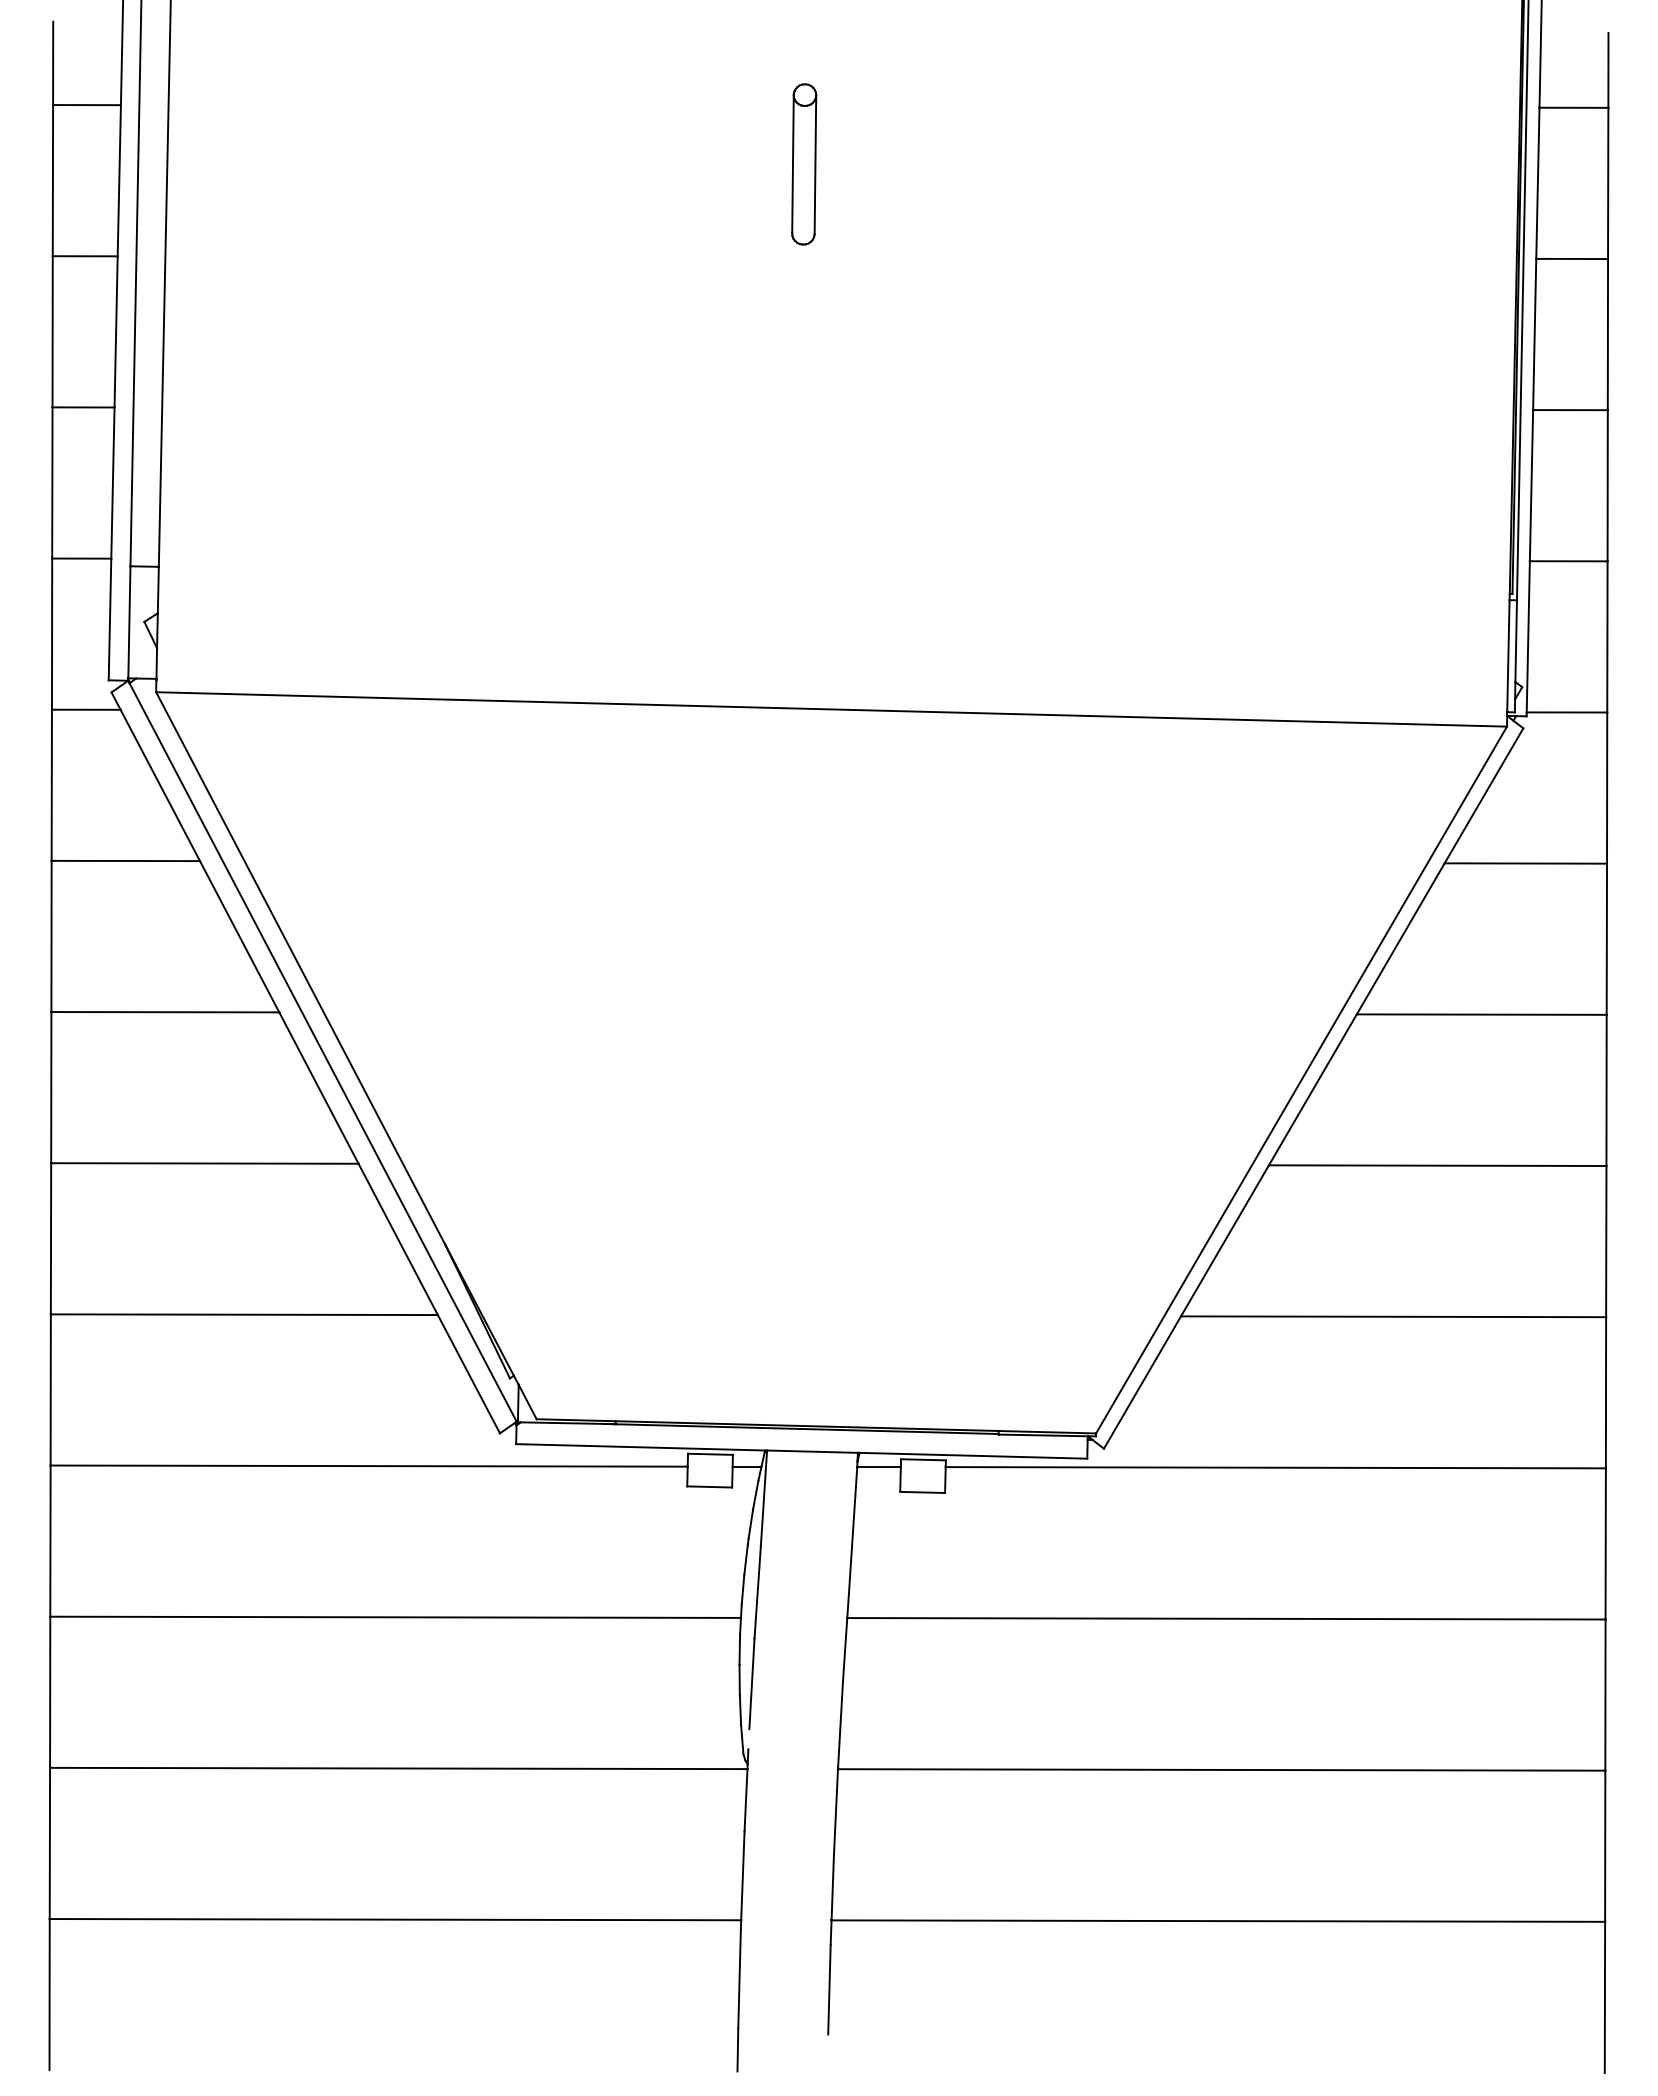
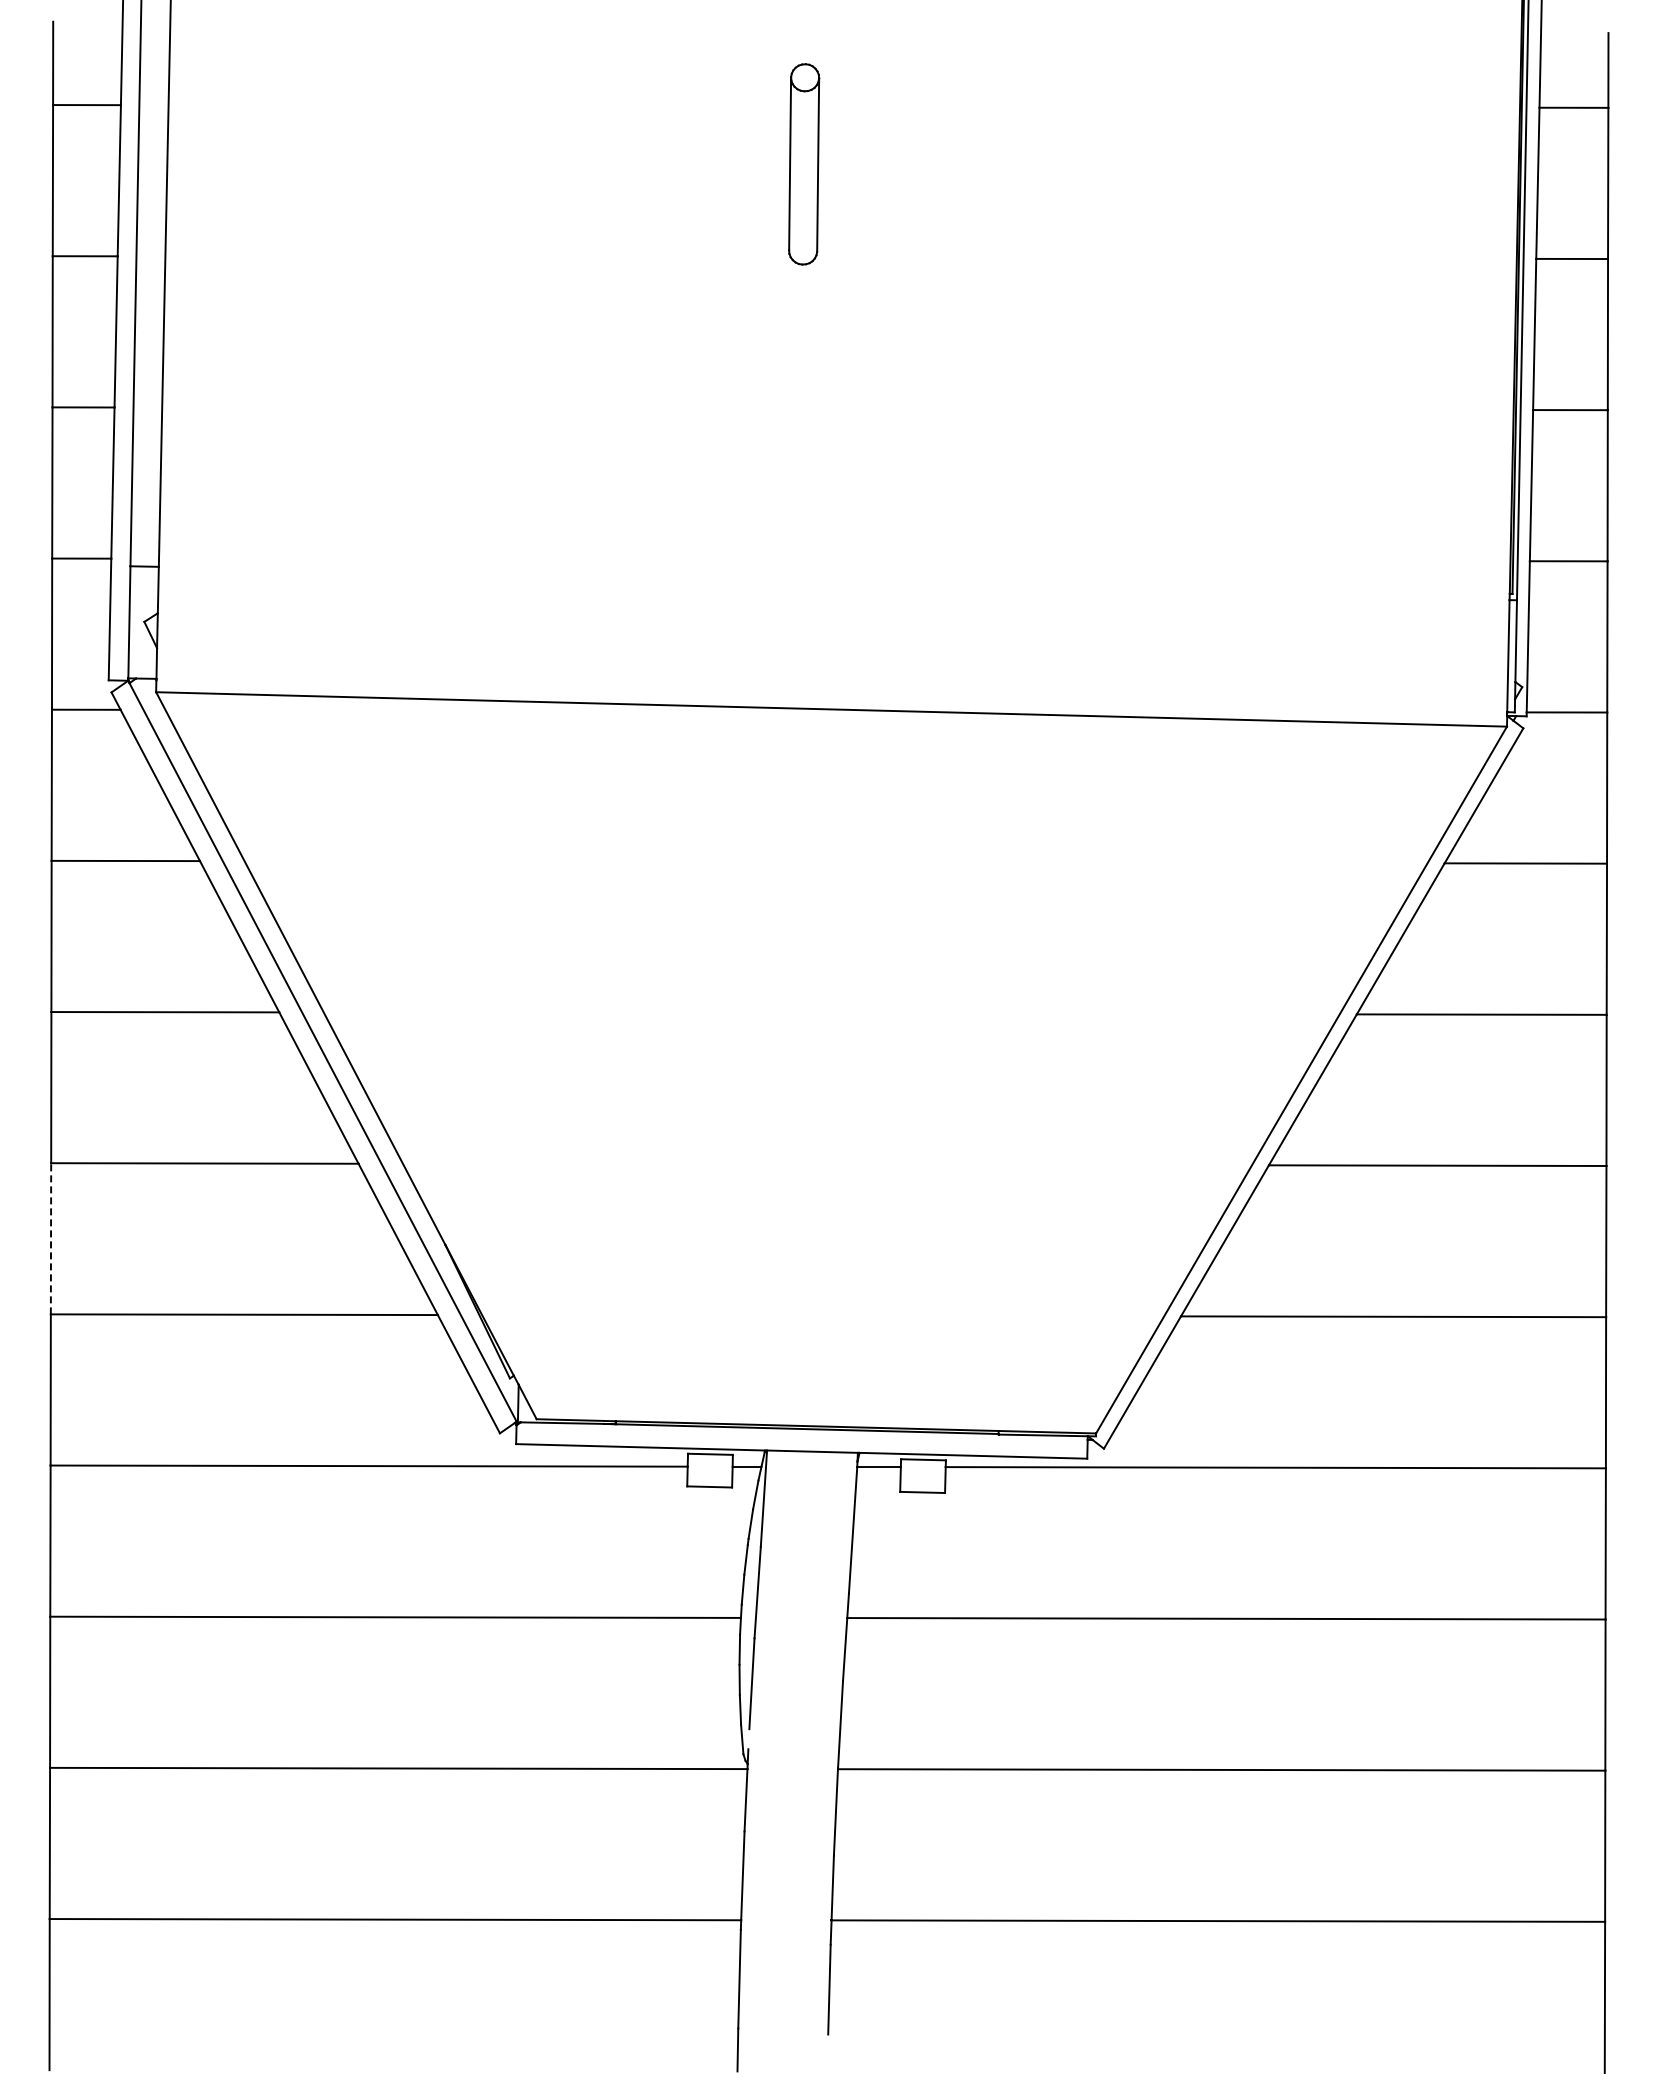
part at (804, 164) size: 27x163 px -> 33x203 px
line at (51, 1238): solid -> dashed
